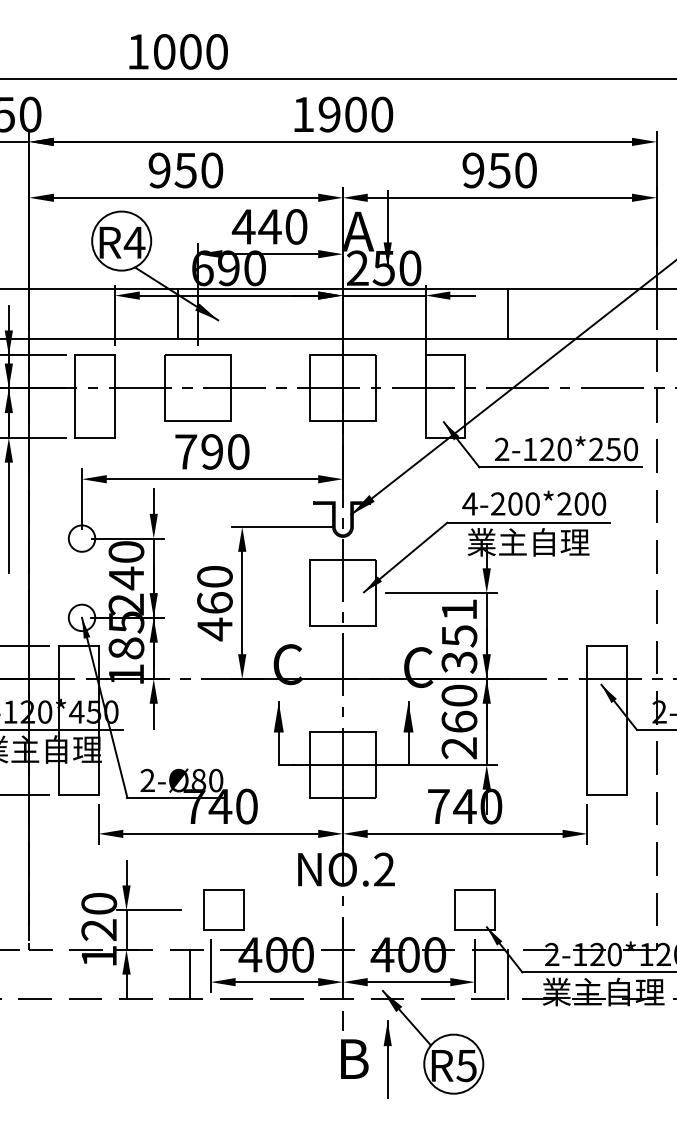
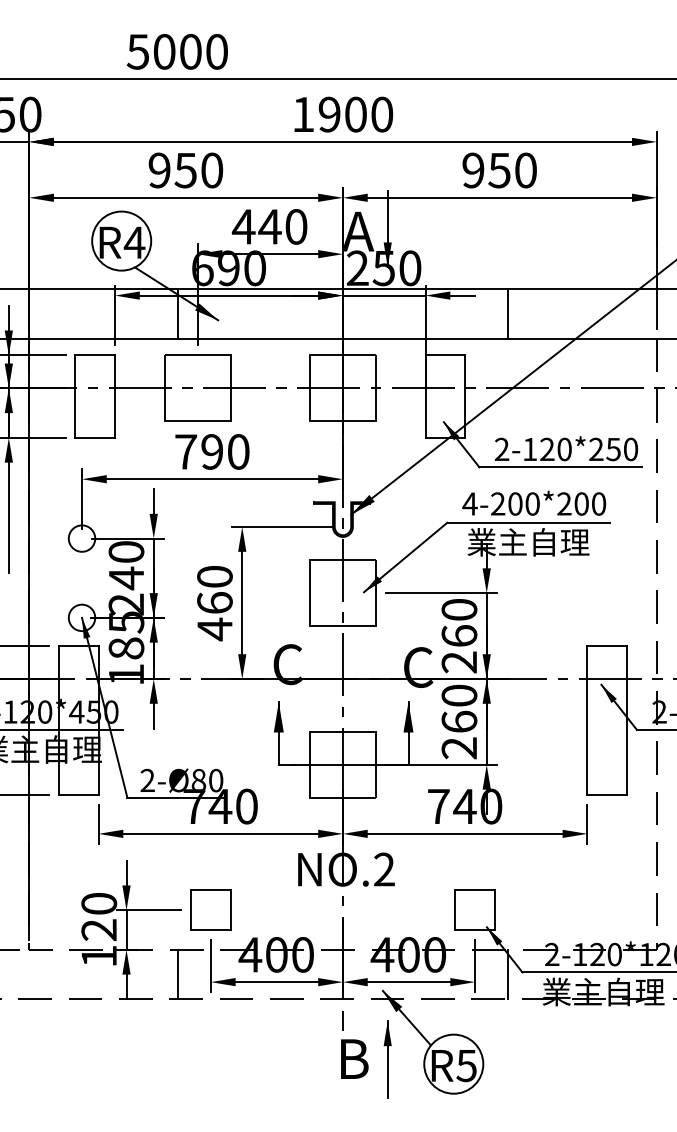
text at (137, 51): 1000 -> 5000
text at (459, 636): 351 -> 260
part at (223, 909) position: (223, 909) -> (210, 909)
line at (189, 974) position: (189, 974) -> (177, 974)
